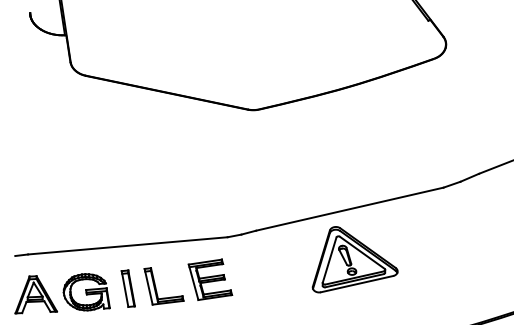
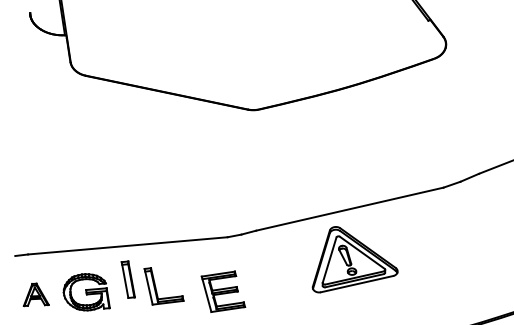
part at (210, 279) position: (210, 279) -> (223, 291)
part at (127, 288) position: (127, 288) -> (127, 279)
part at (36, 294) size: 45x40 px -> 28x26 px
